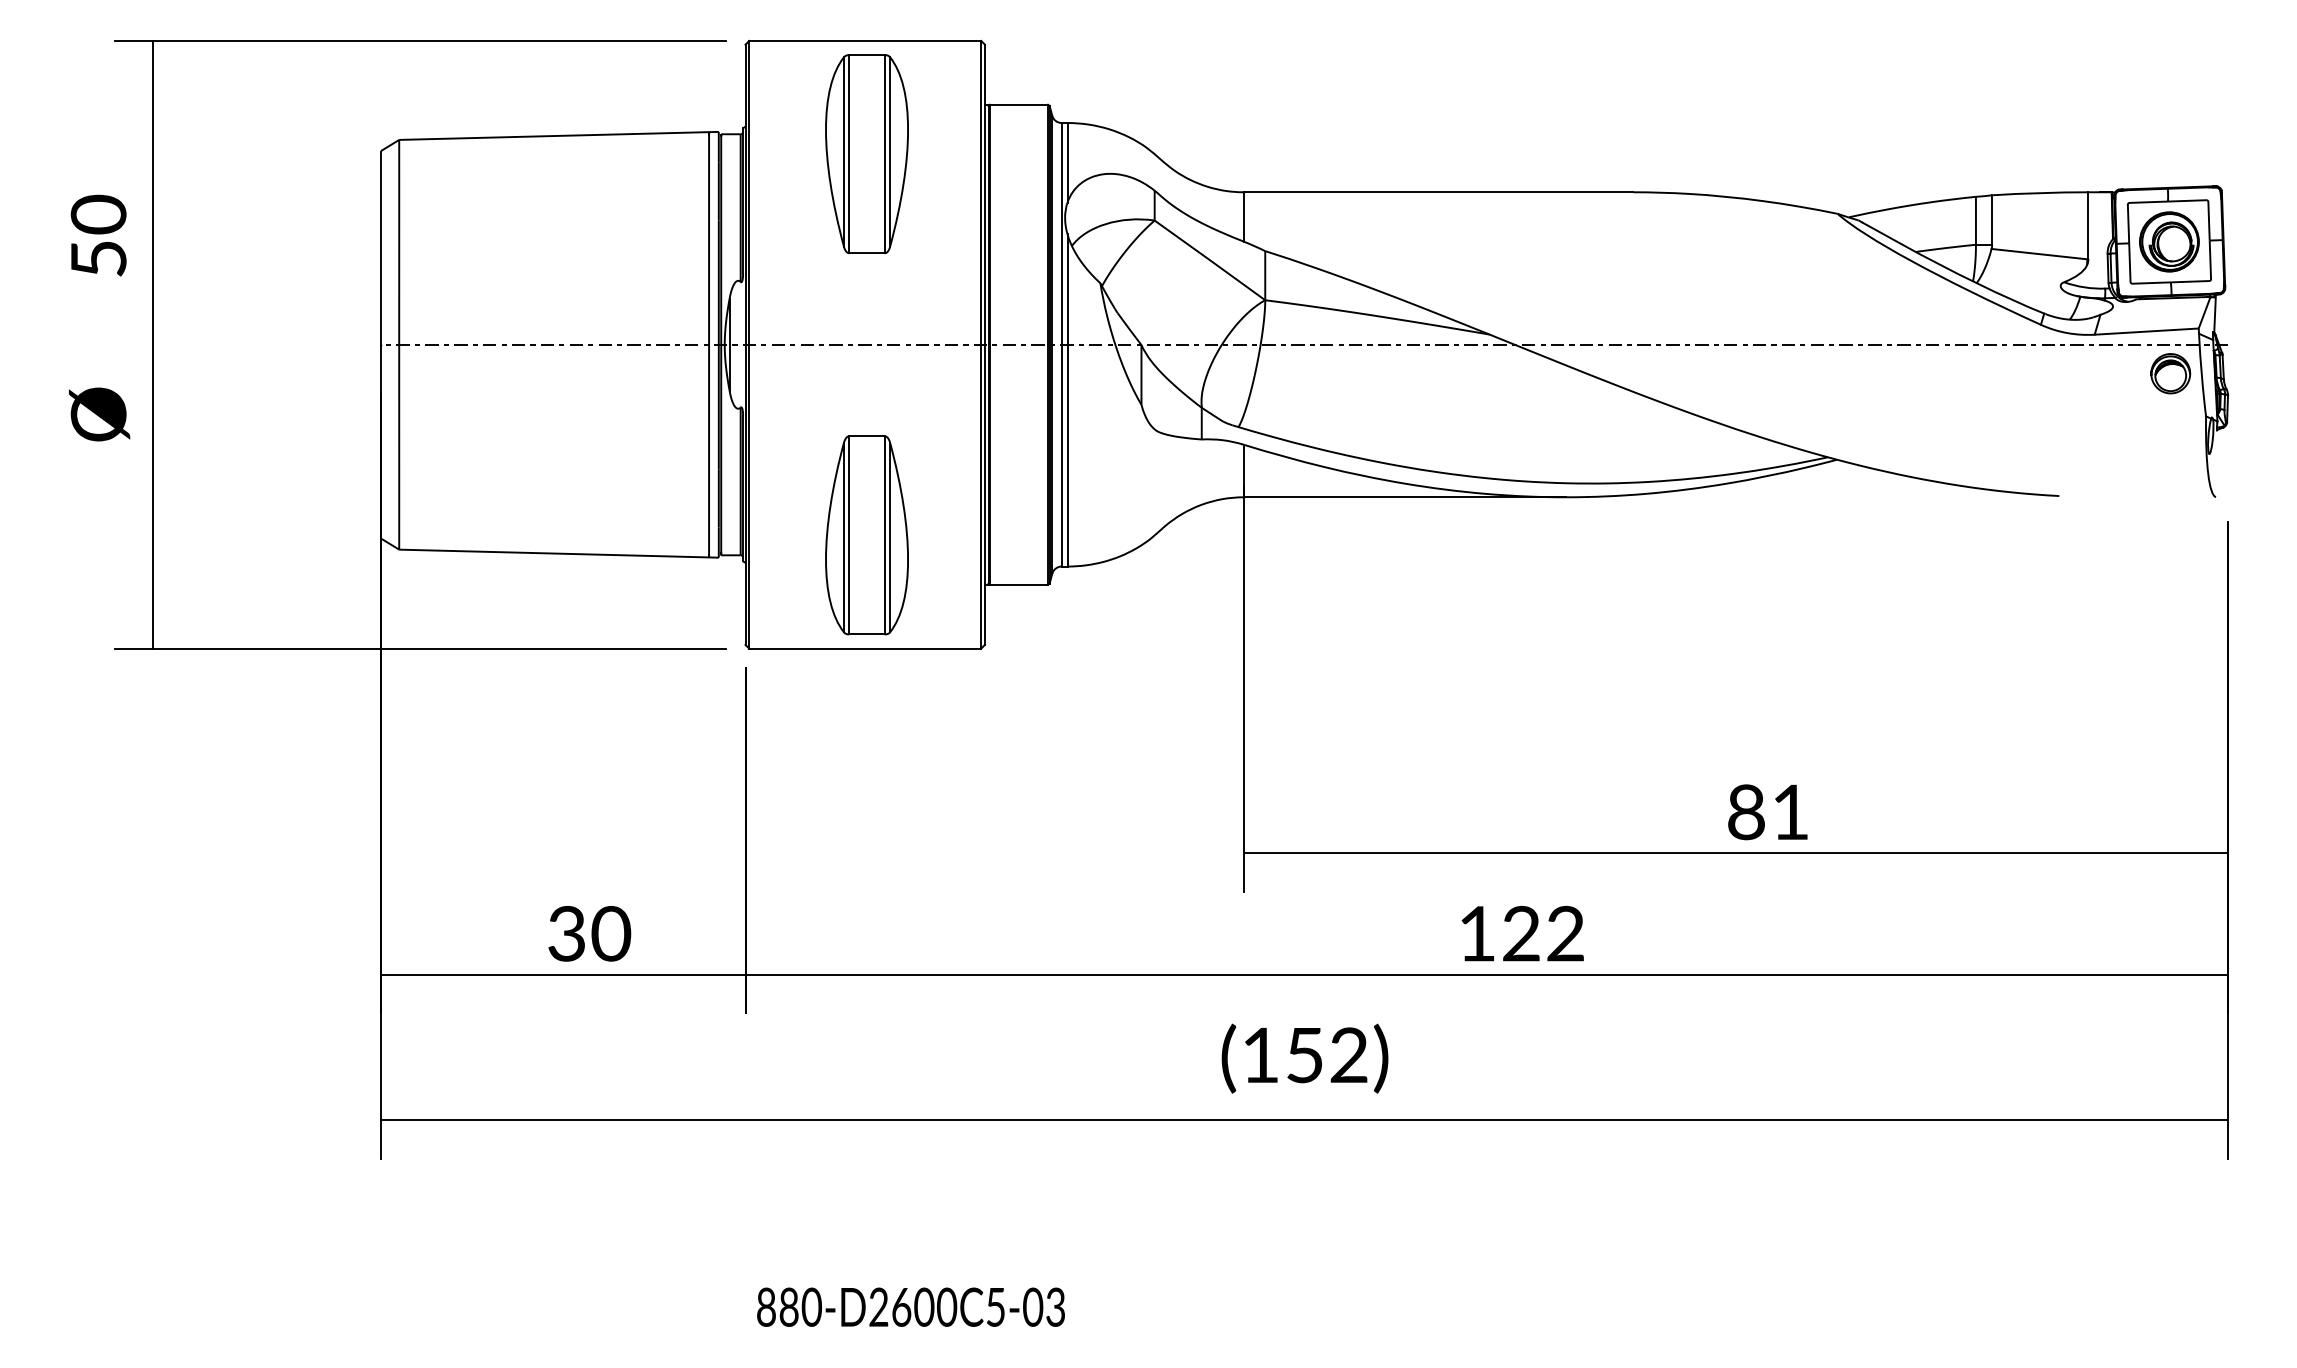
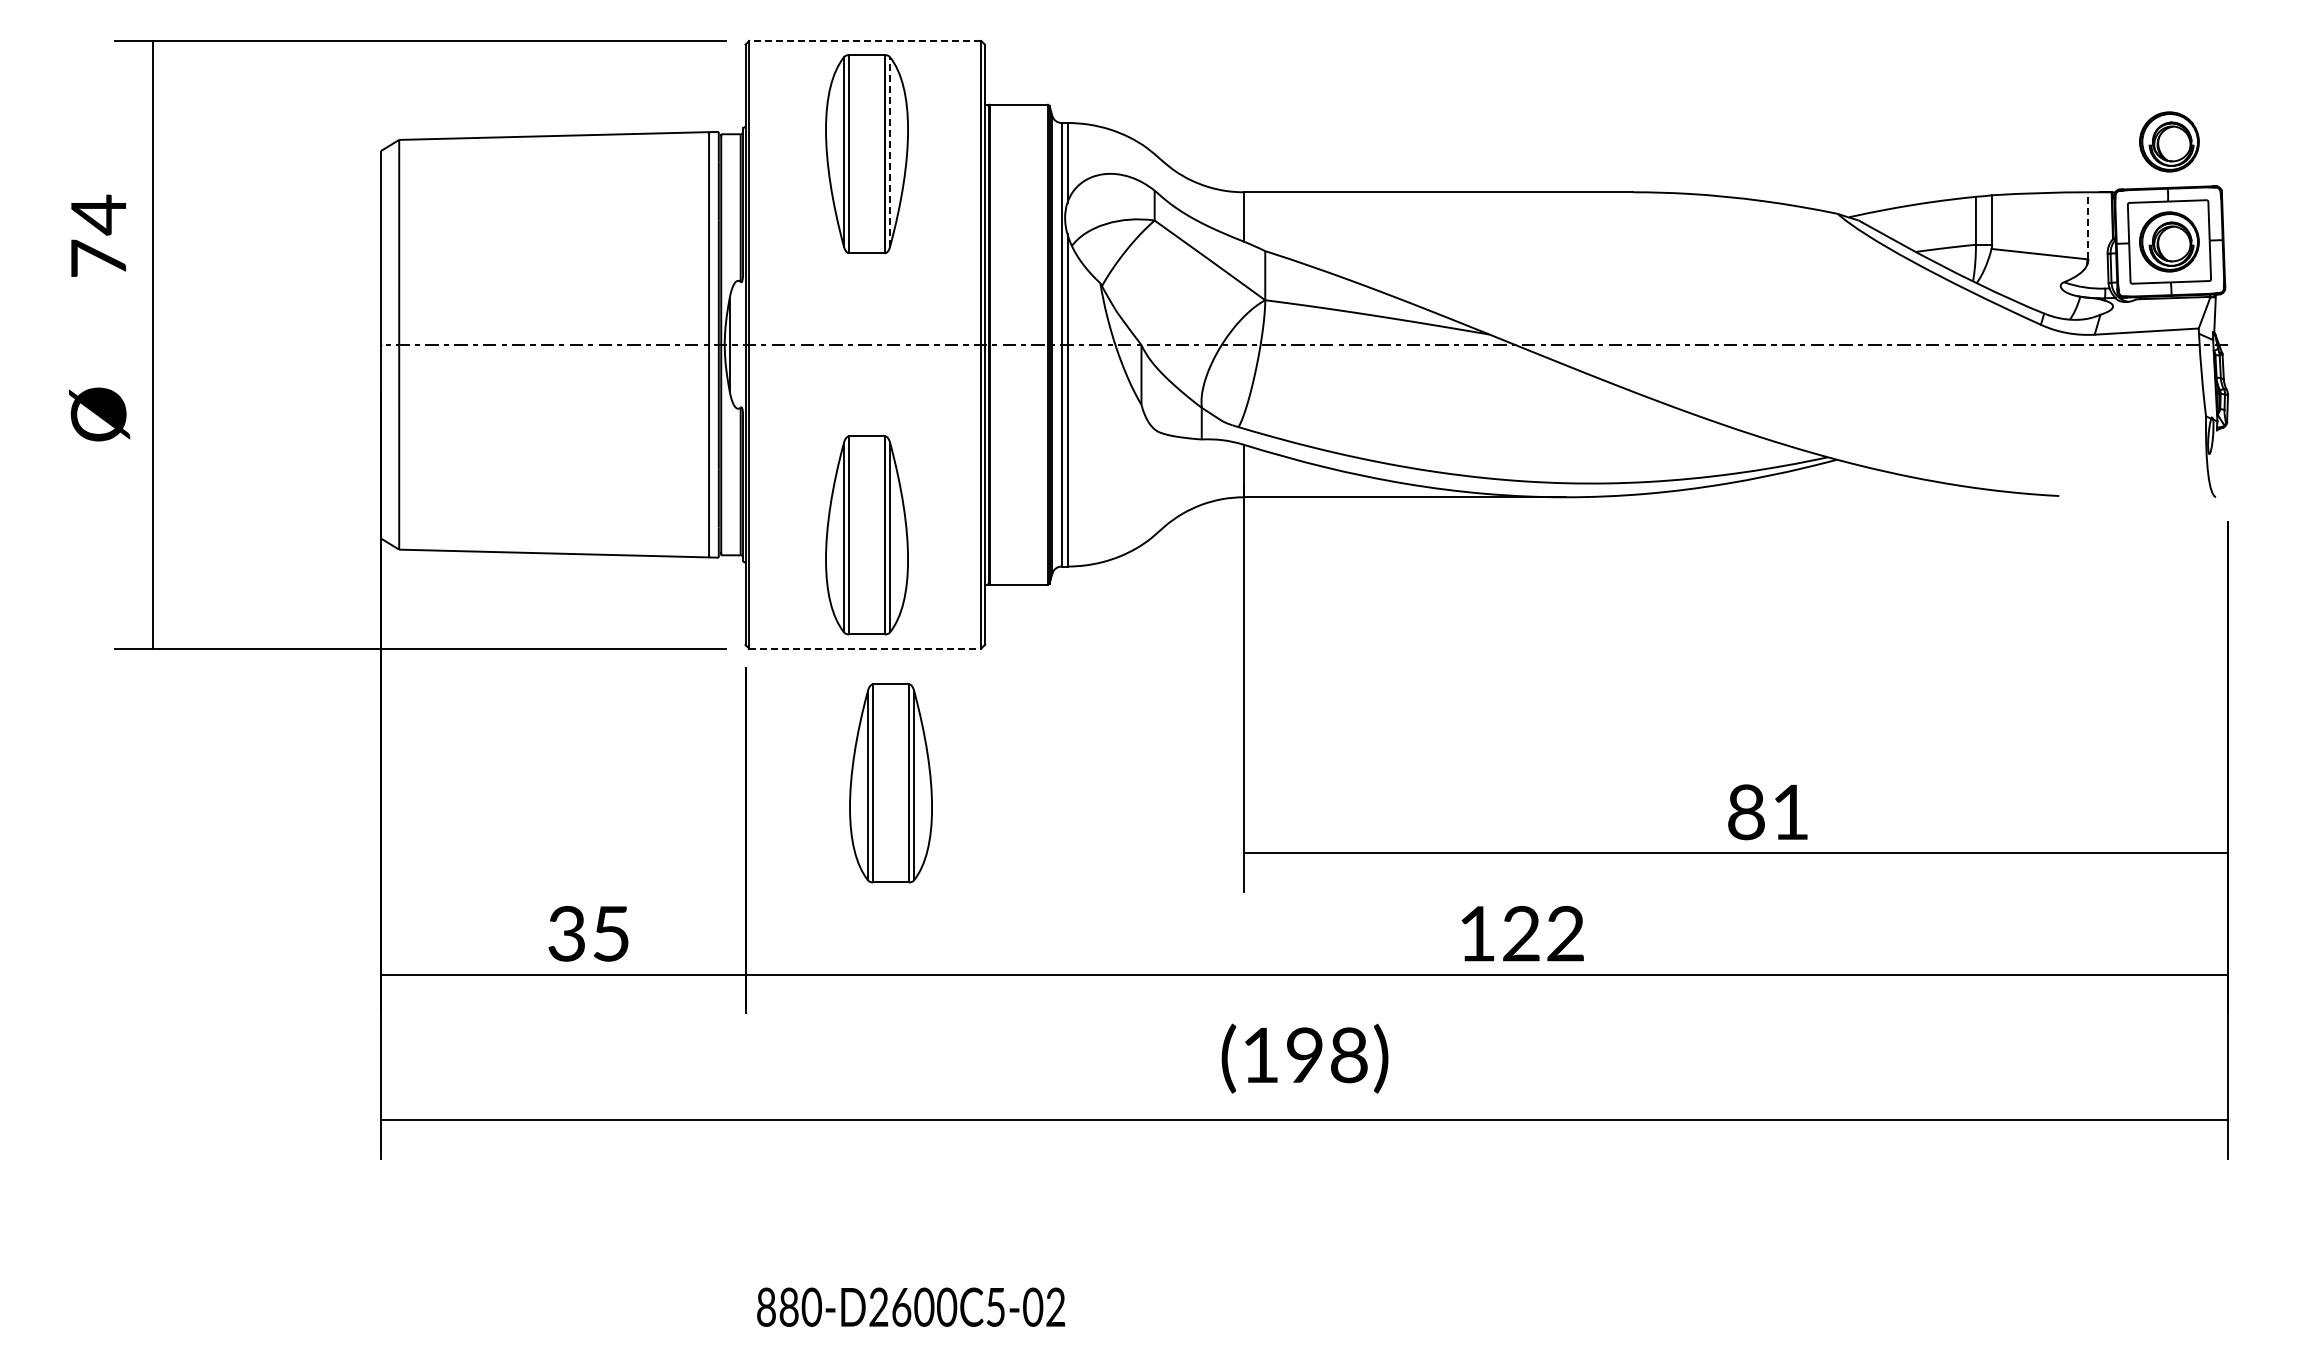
line at (864, 41): solid -> dashed
part at (2169, 141): none -> present
line at (890, 152): solid -> dashed
line at (2088, 225): solid -> dashed
text at (98, 235): 50 -> 74
part at (2170, 373): present -> none
line at (865, 648): solid -> dashed
part at (890, 783): none -> present
text at (611, 933): 30 -> 35
text at (1327, 1055): (152) -> (198)
text at (1055, 1307): 880-D2600C5-03 -> 880-D2600C5-02
